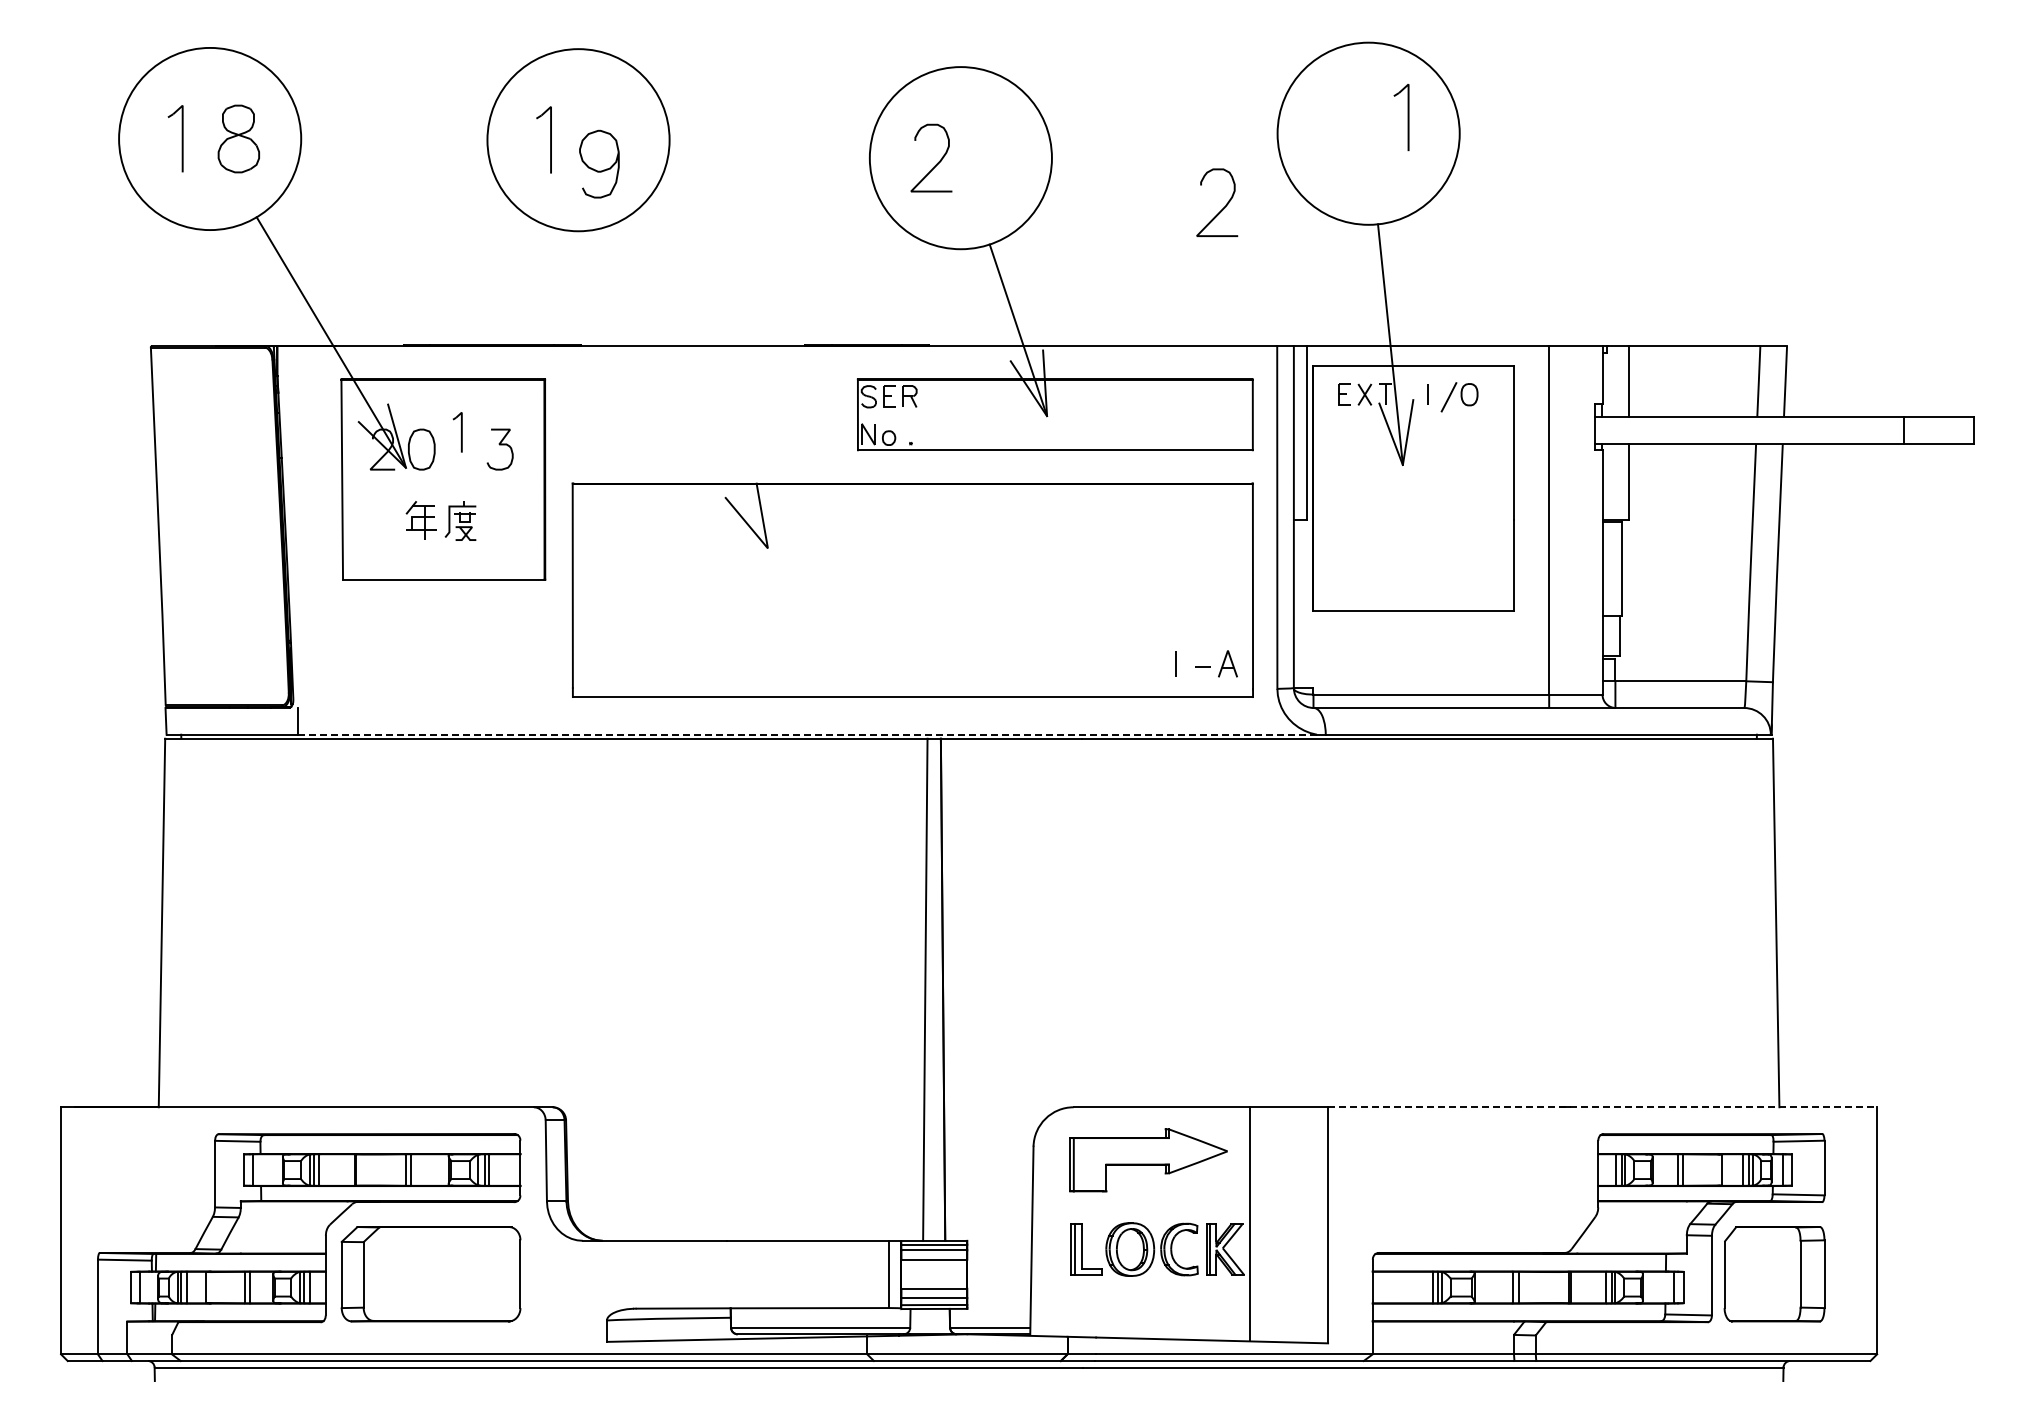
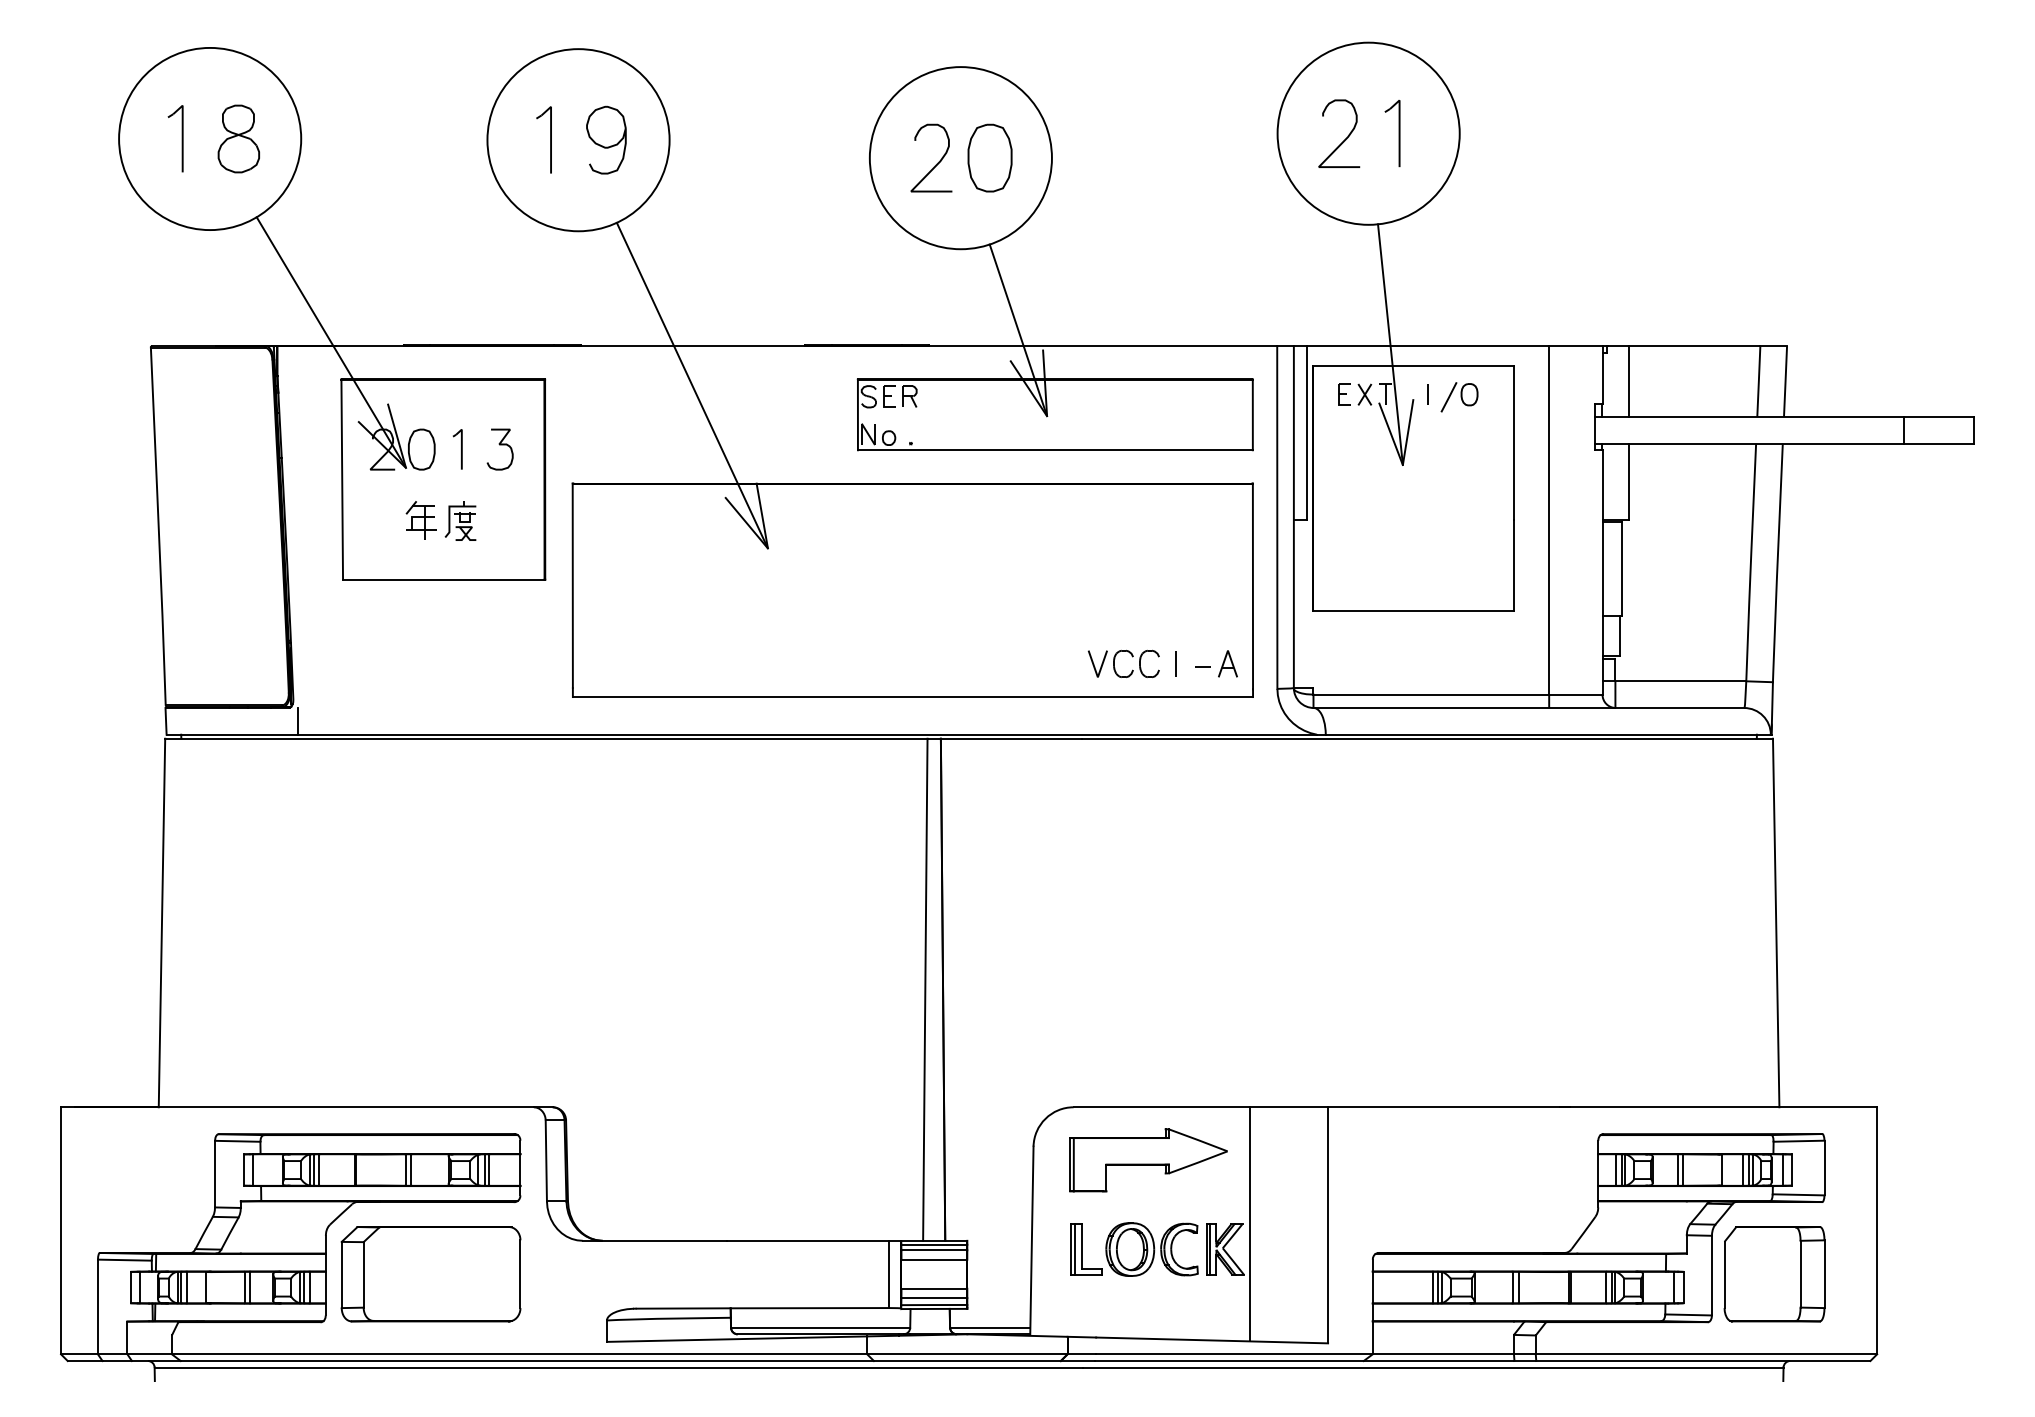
part at (1401, 117) position: (1401, 117) -> (1392, 133)
part at (989, 157): none -> present
curve at (599, 170) position: (599, 170) -> (606, 146)
curve at (1223, 207) position: (1223, 207) -> (1345, 138)
line at (691, 385): none -> present
part at (457, 432) position: (457, 432) -> (457, 449)
part at (1115, 659): none -> present
line at (807, 734): dashed -> solid
line at (1602, 1107): dashed -> solid
